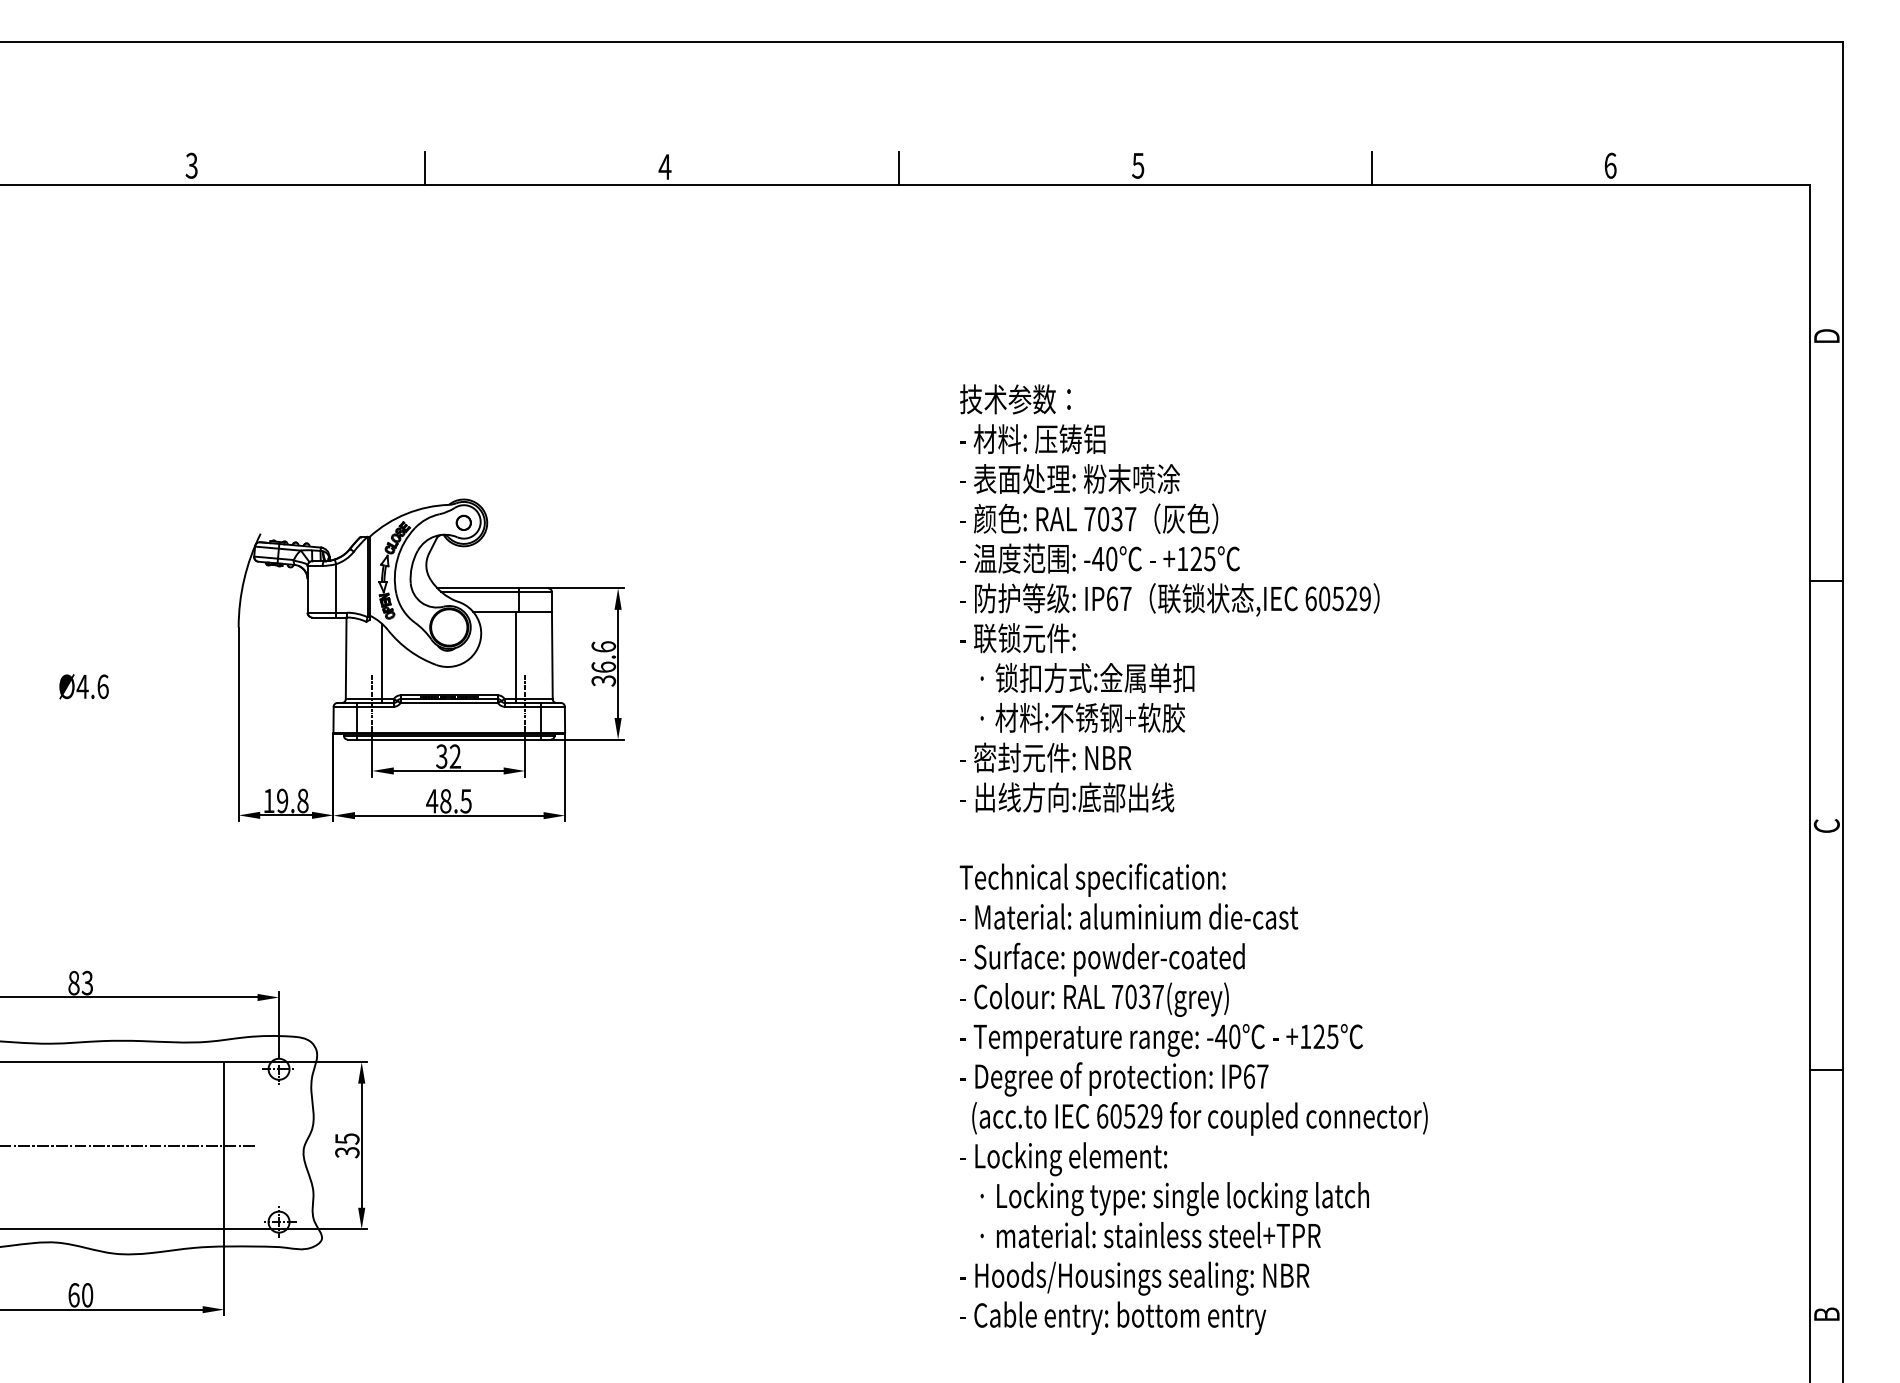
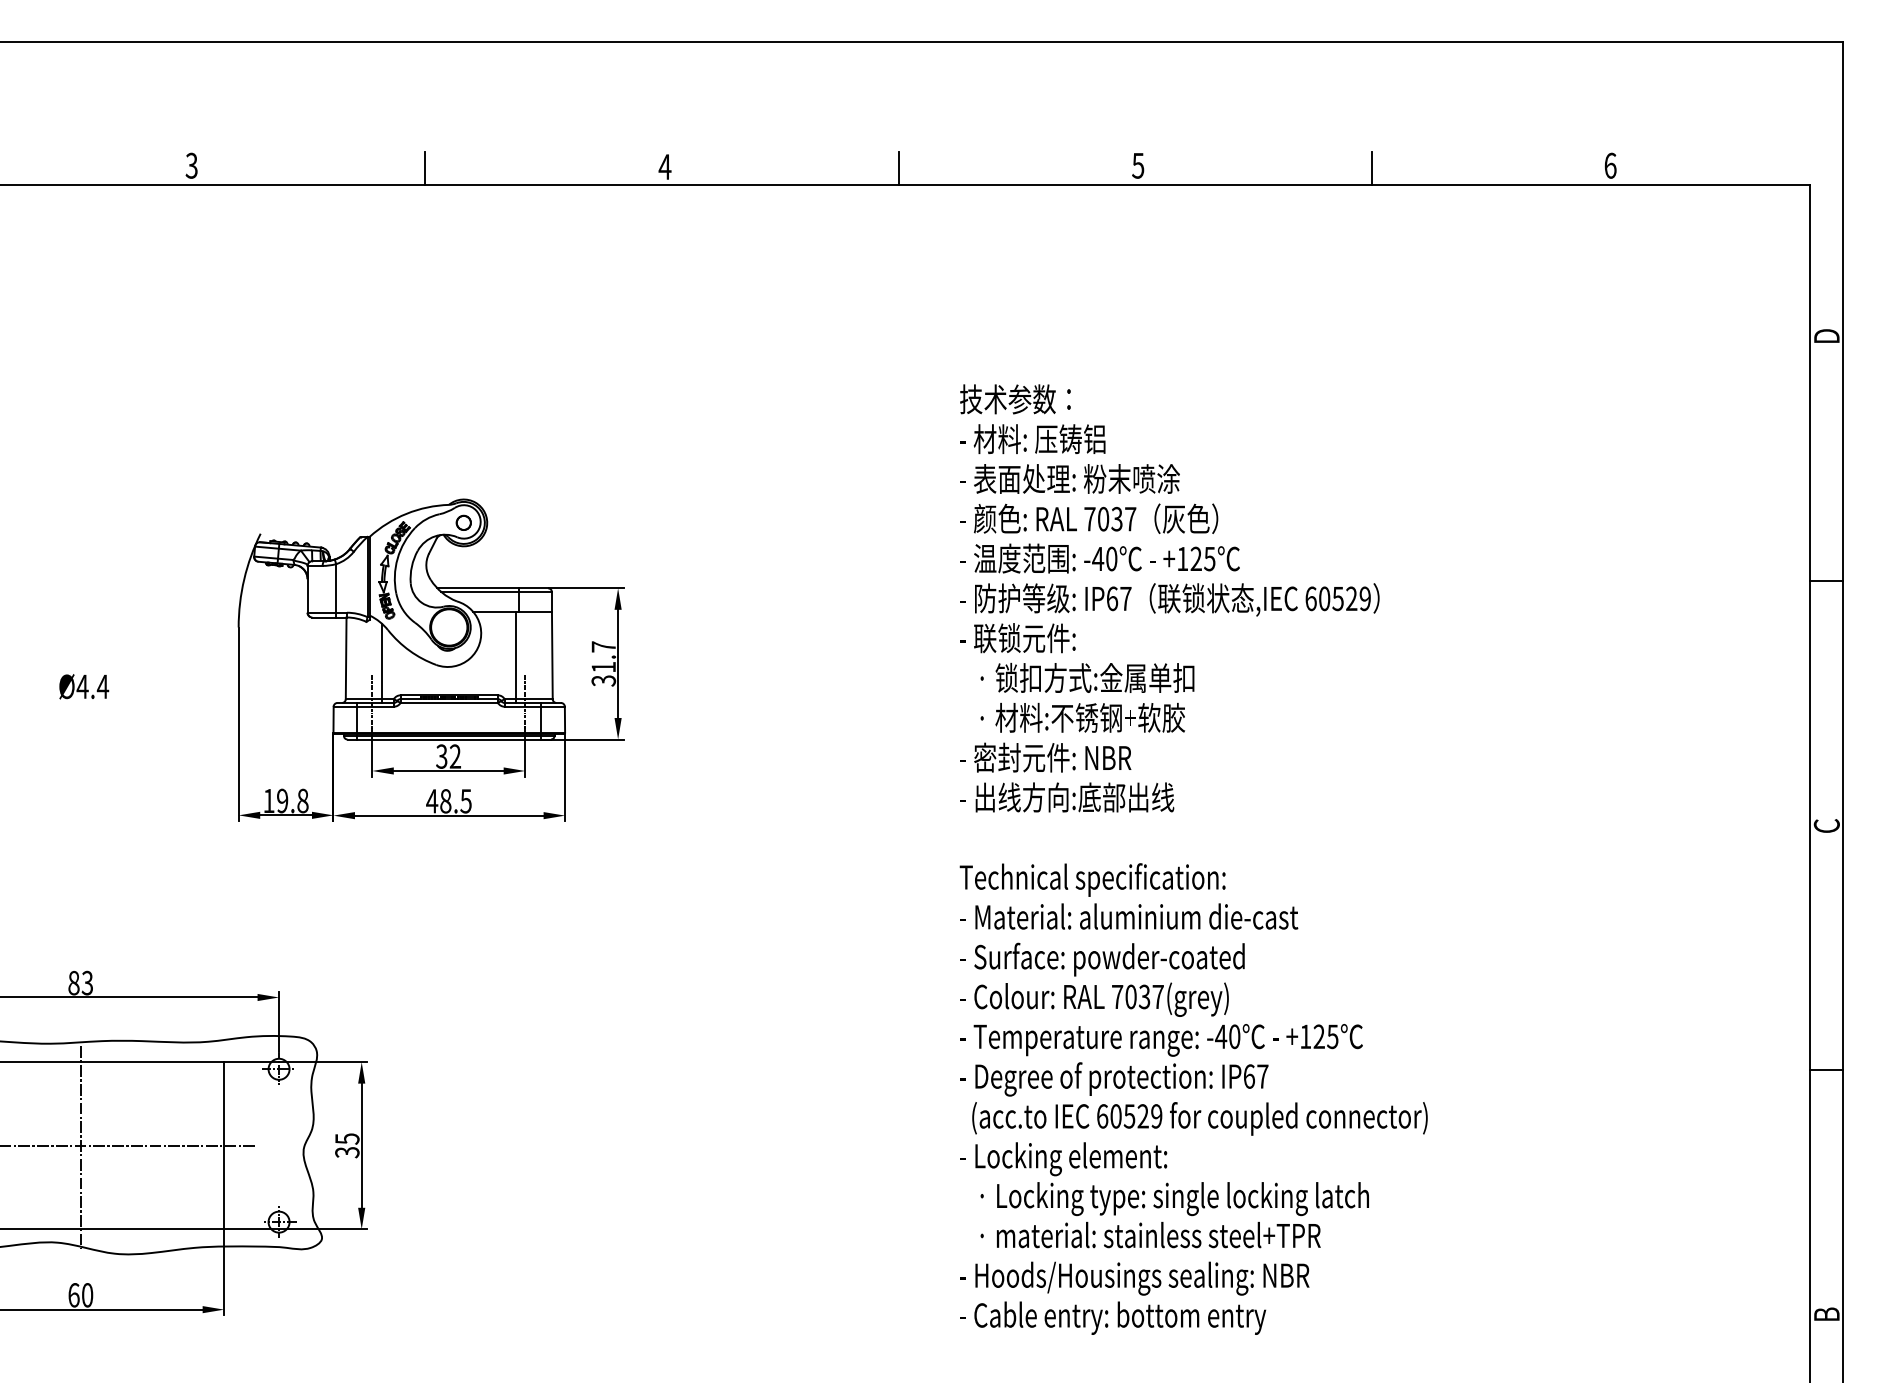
text at (603, 656): 36.6 -> 31.7
text at (102, 686): Ø4.6 -> Ø4.4
line at (80, 1147): none -> present
